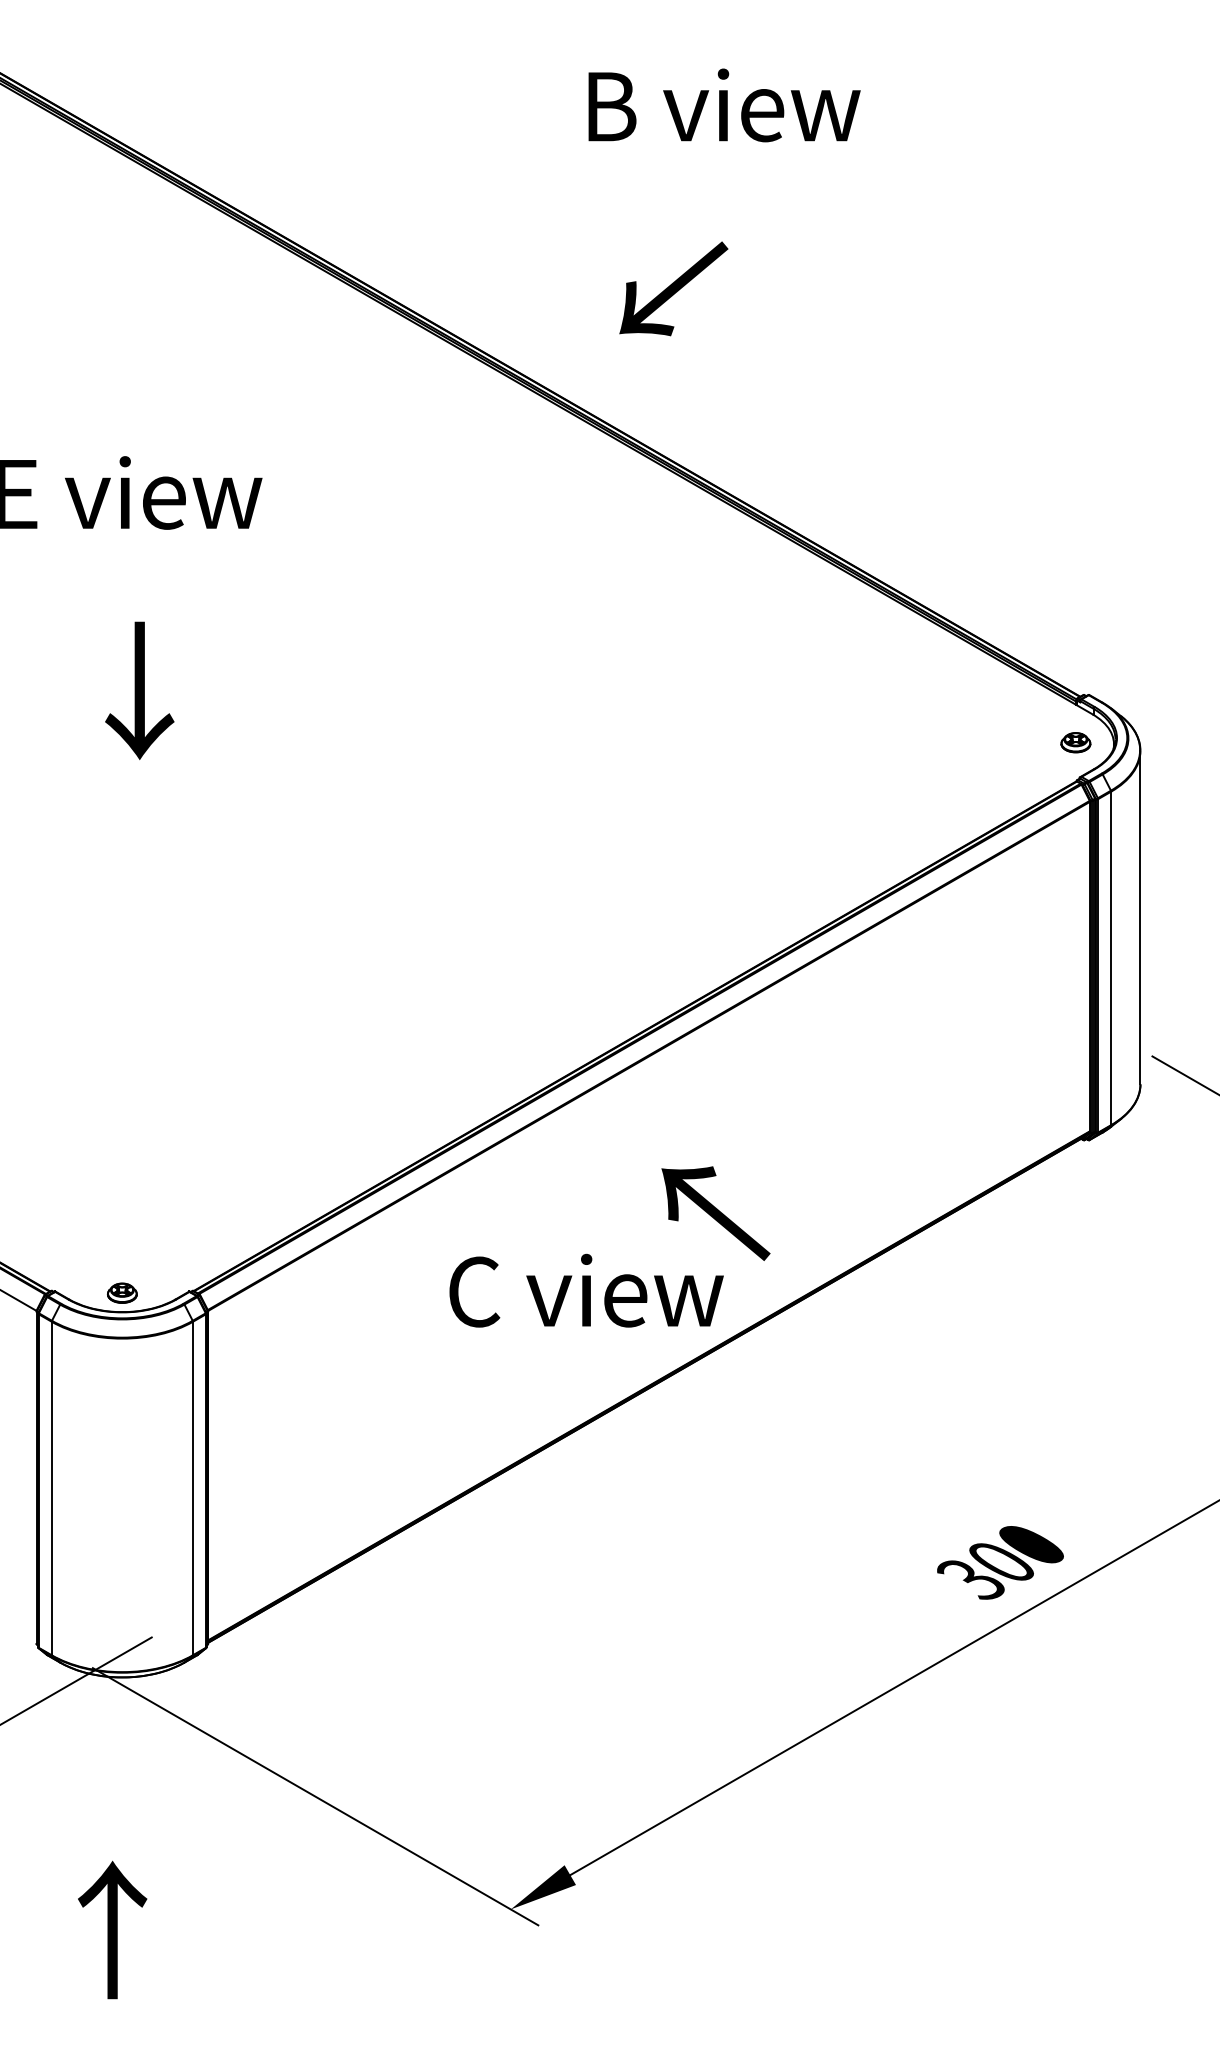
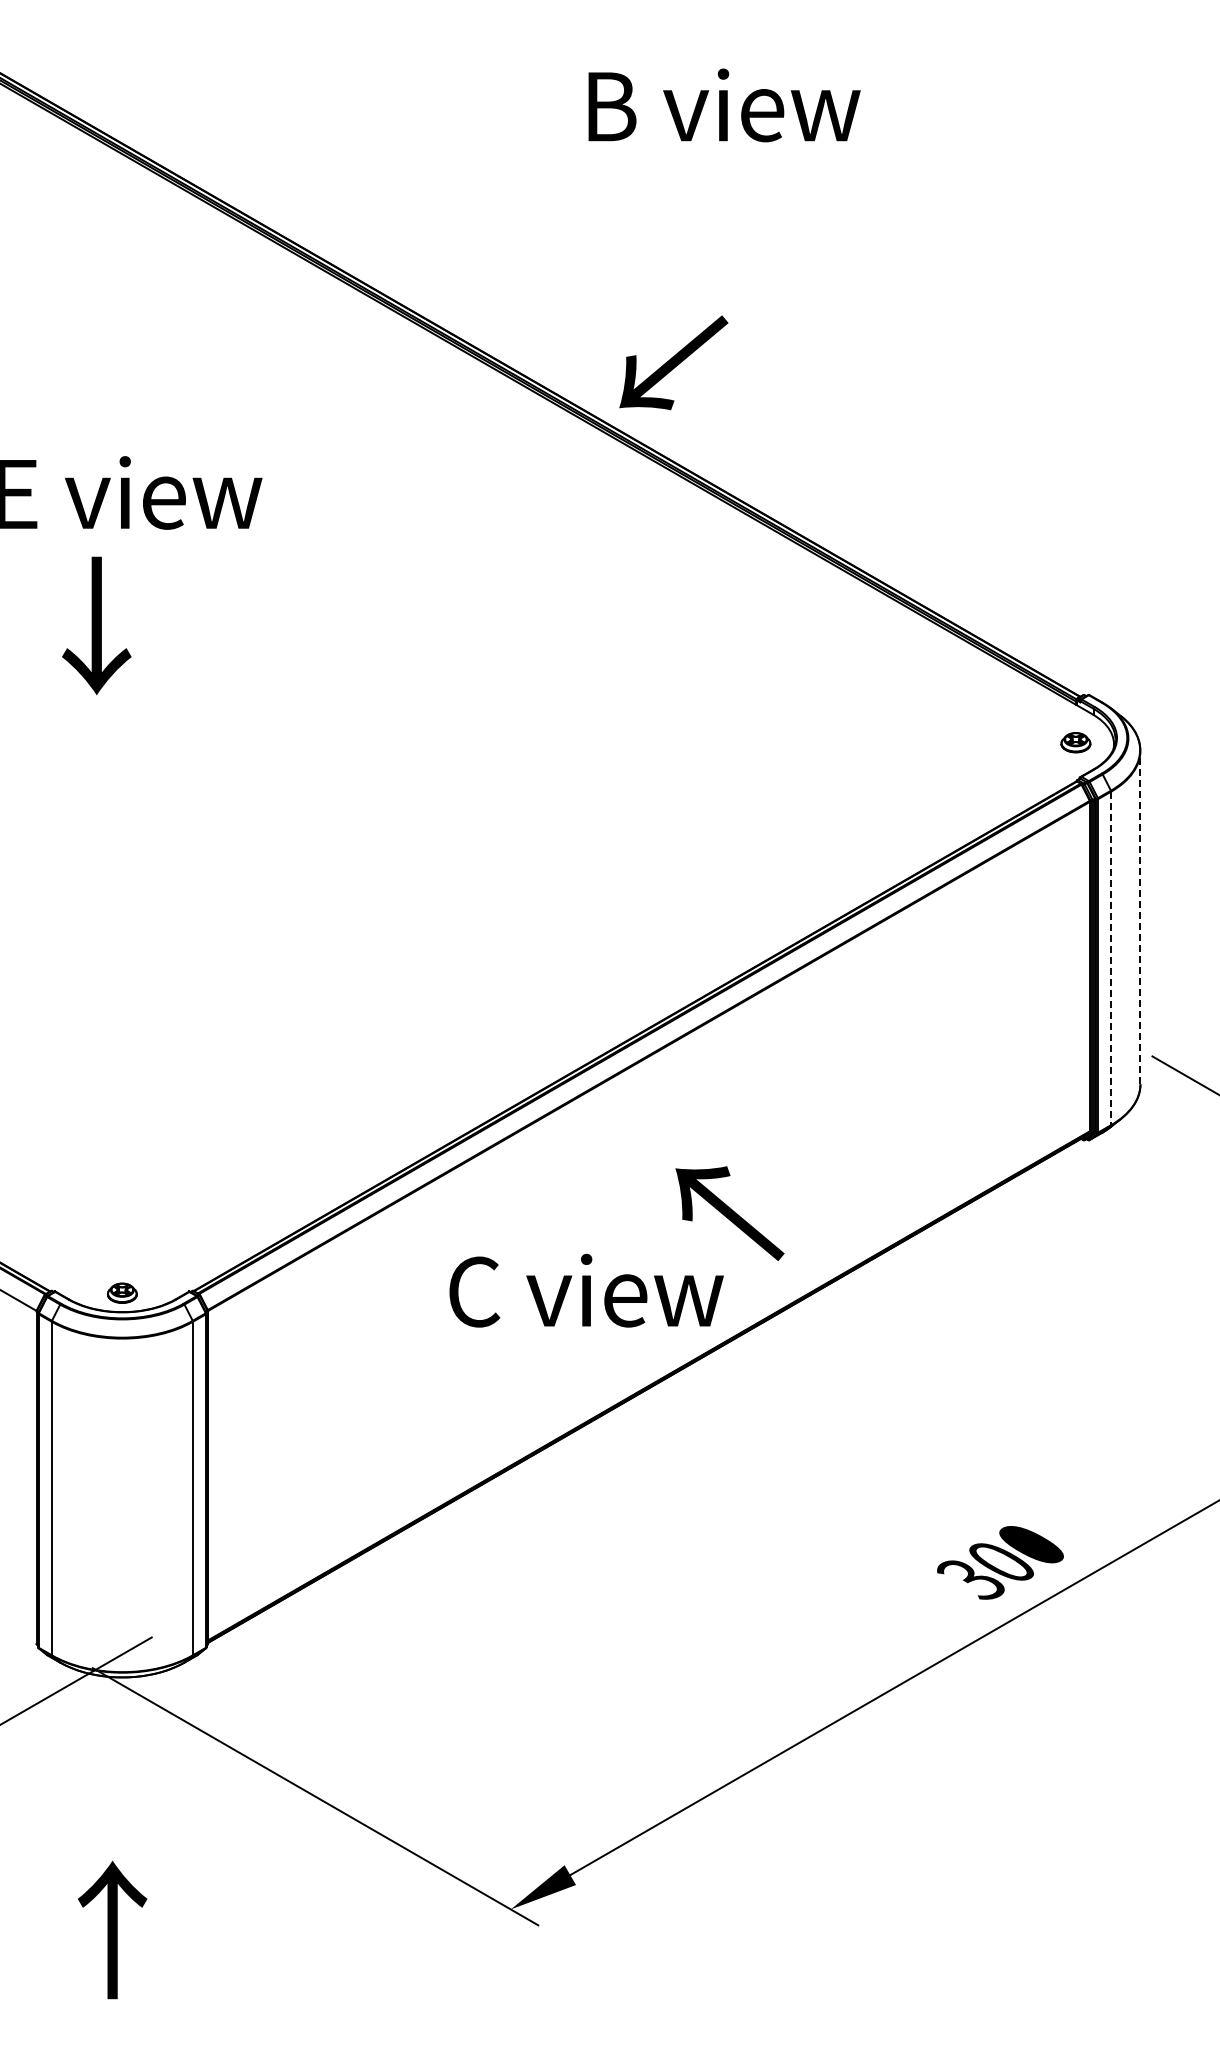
text at (673, 288) position: (673, 288) -> (673, 362)
text at (139, 690) position: (139, 690) -> (96, 625)
line at (1140, 917): solid -> dashed
line at (1111, 958): solid -> dashed
text at (715, 1213) position: (715, 1213) -> (729, 1213)
